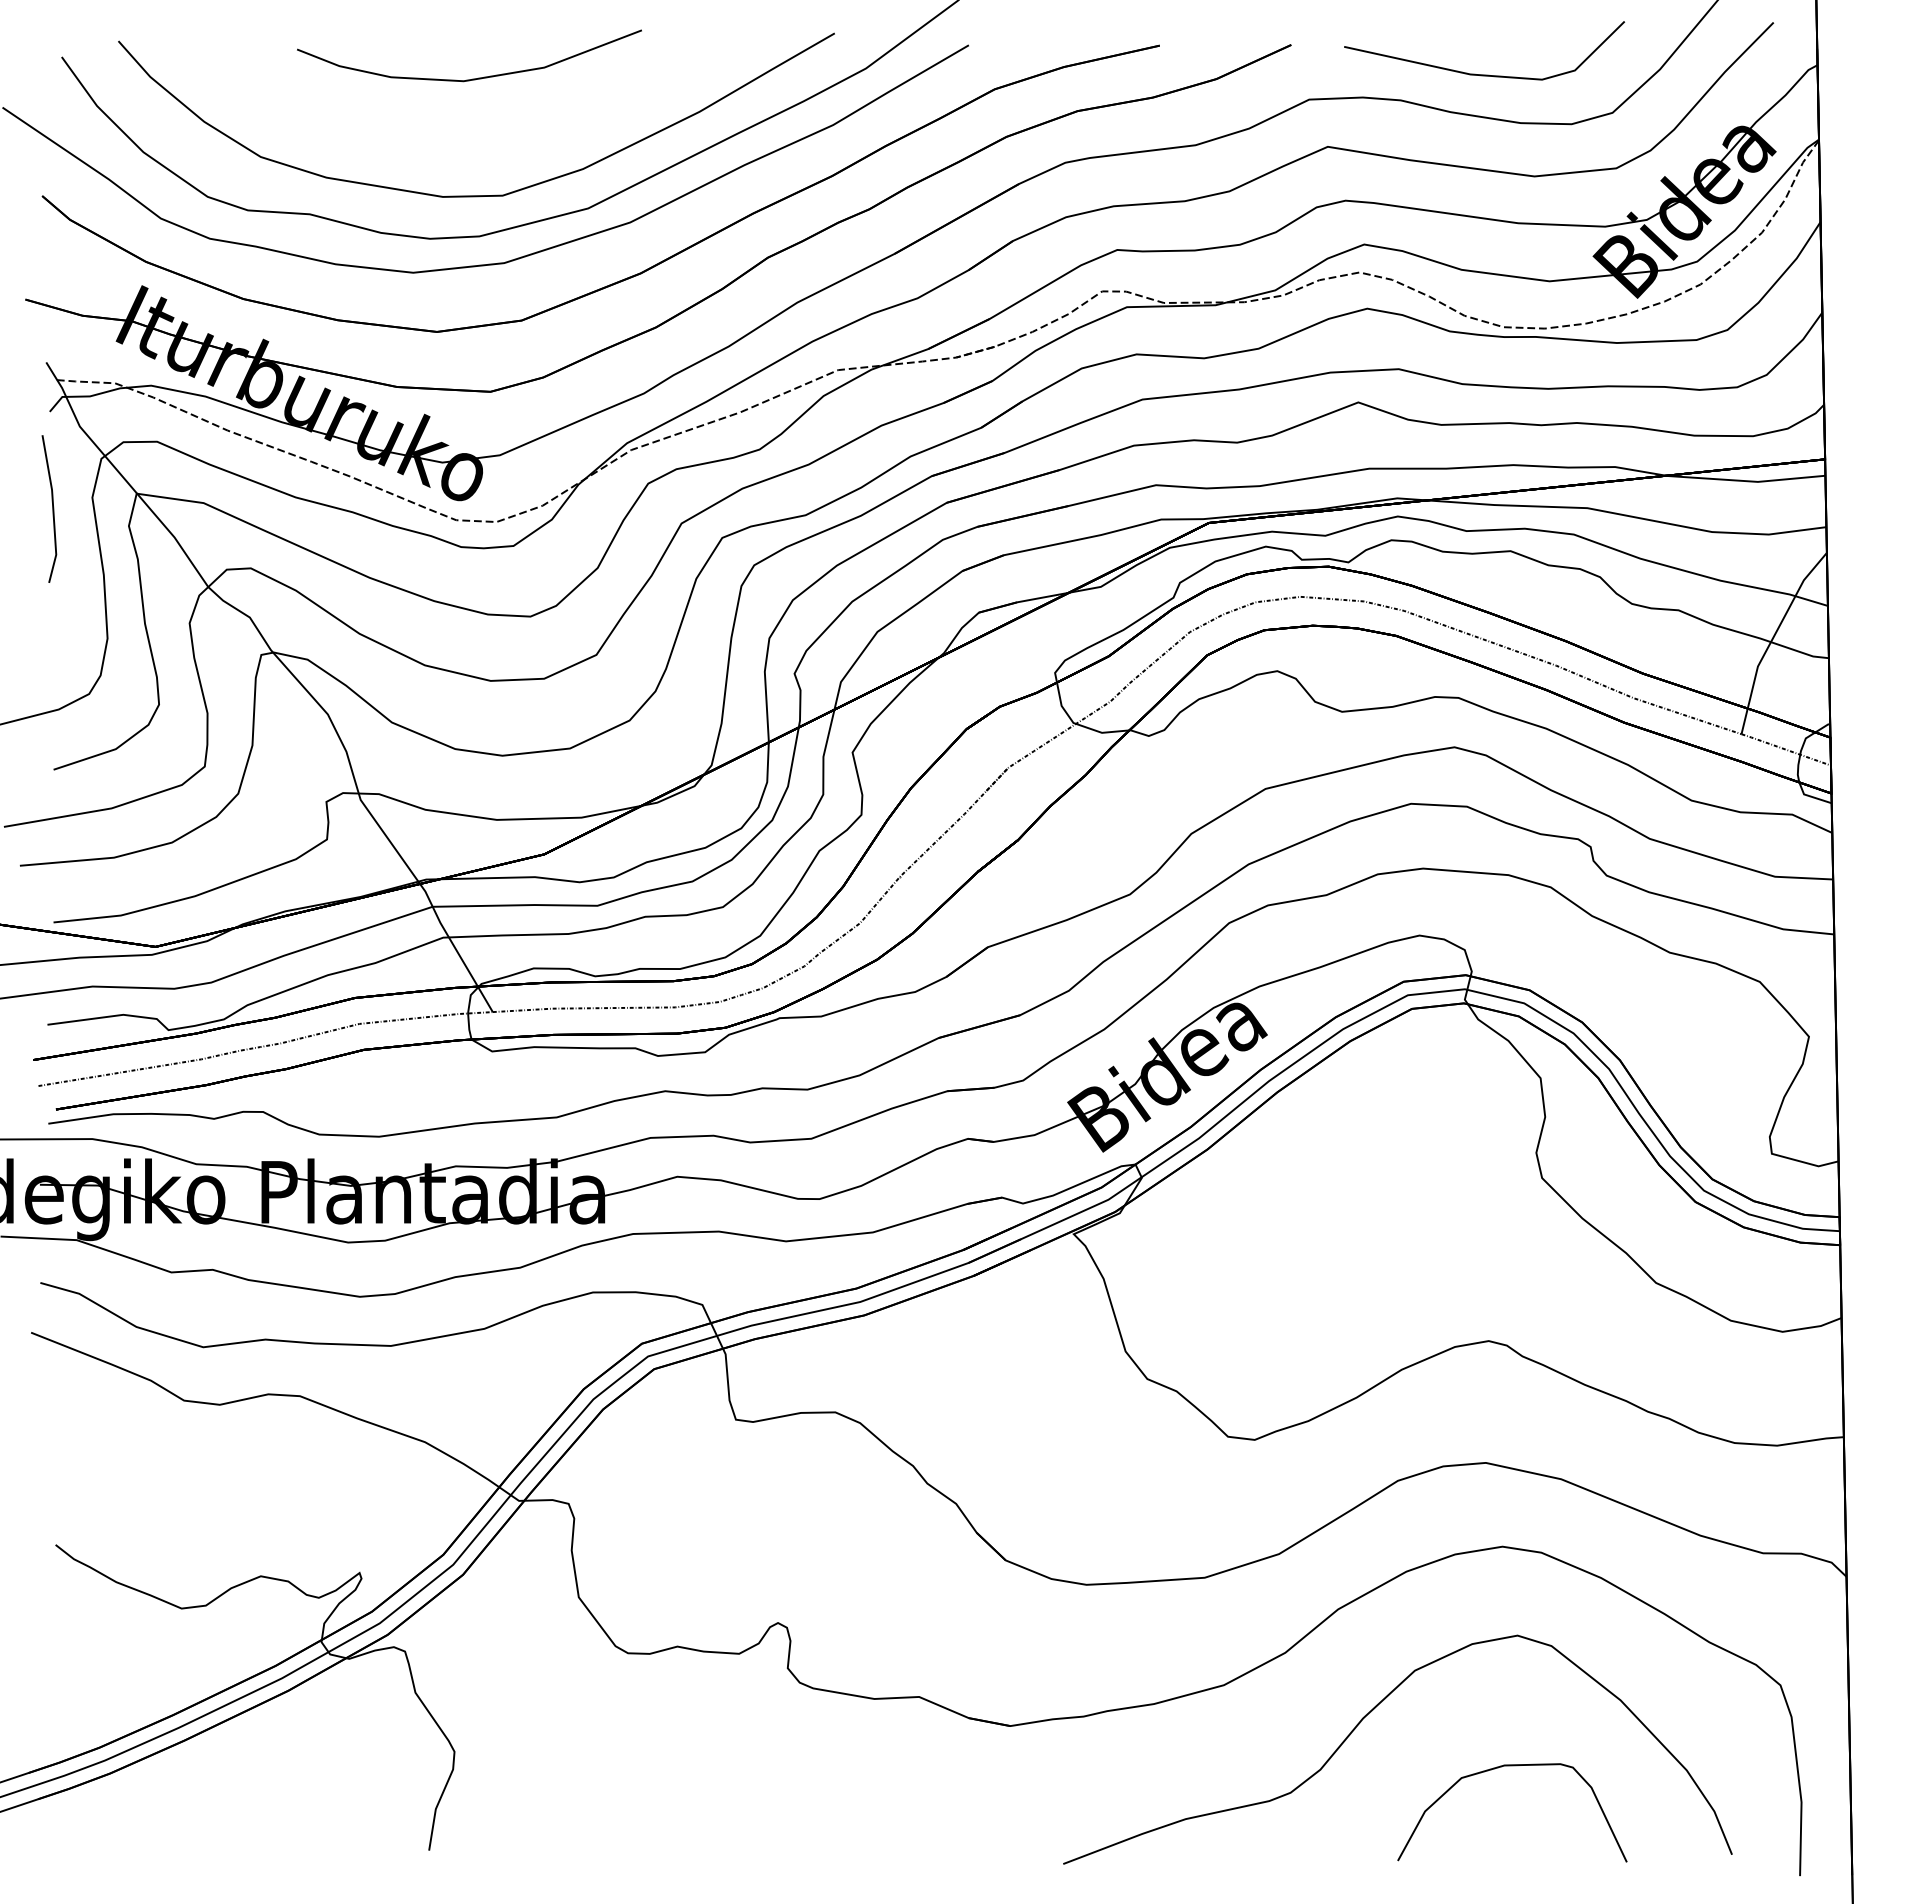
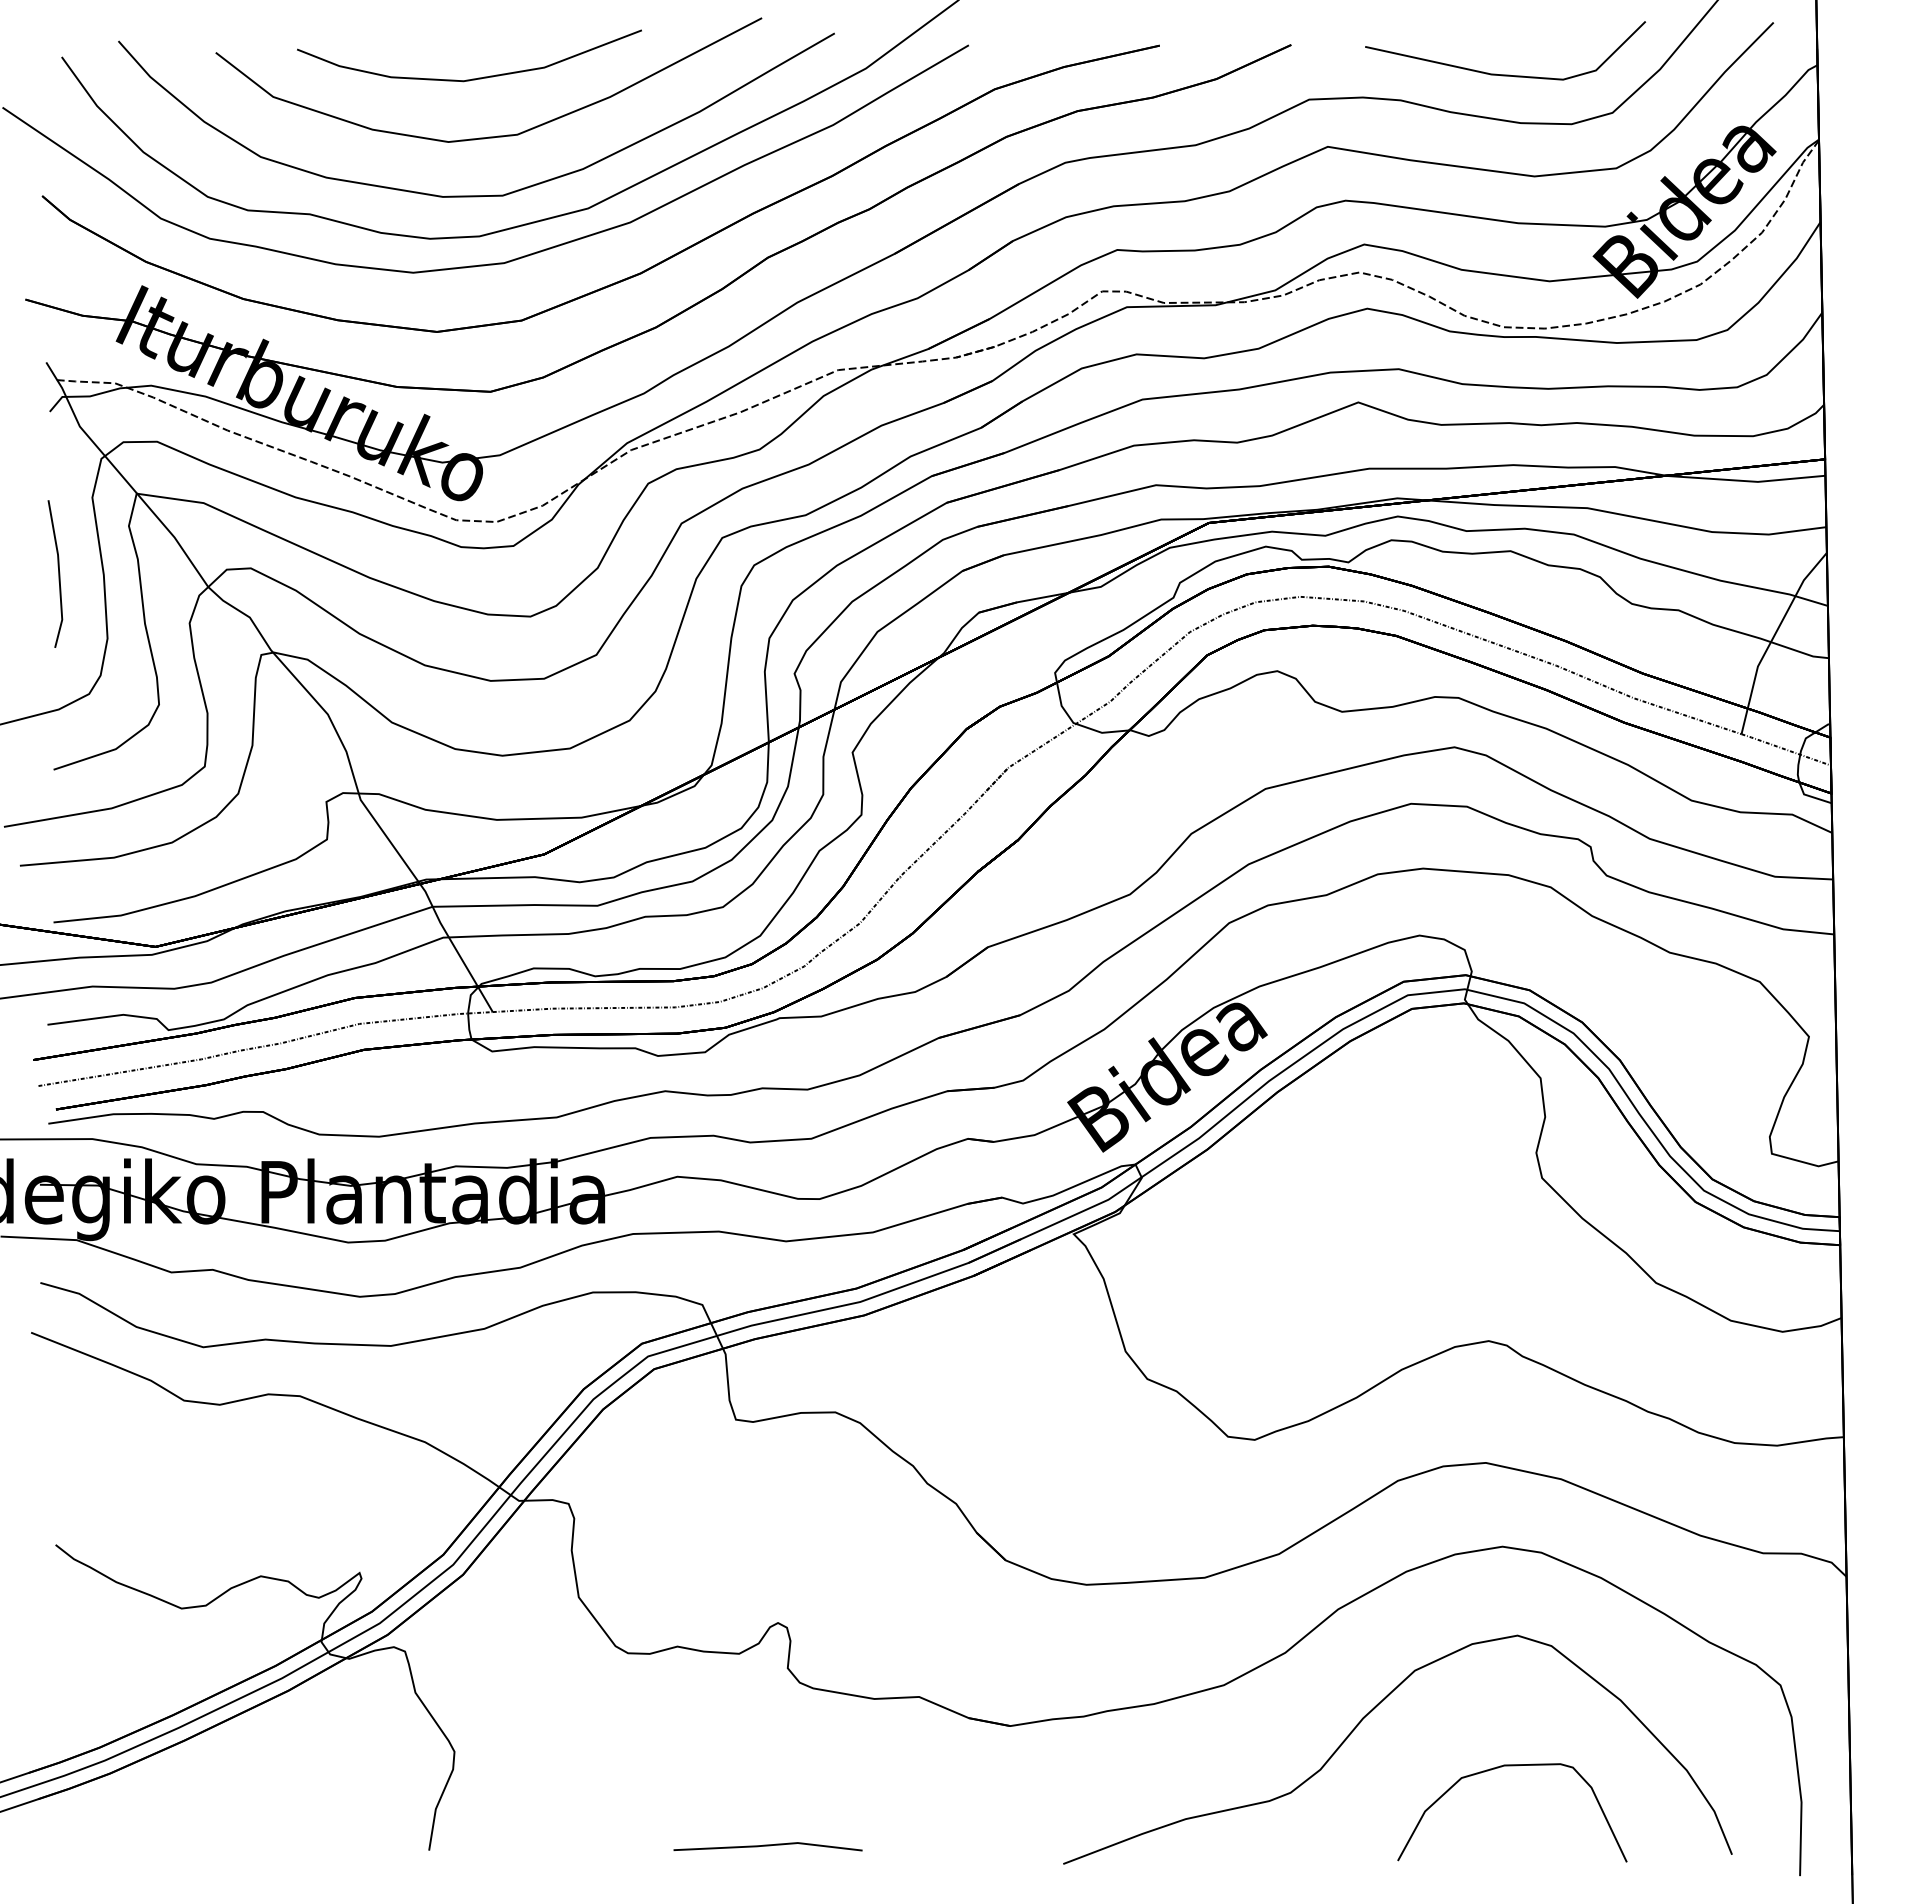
line at (1484, 74) position: (1484, 74) -> (1505, 74)
curve at (497, 135): none -> present
line at (52, 508) position: (52, 508) -> (58, 573)
line at (767, 1846): none -> present
